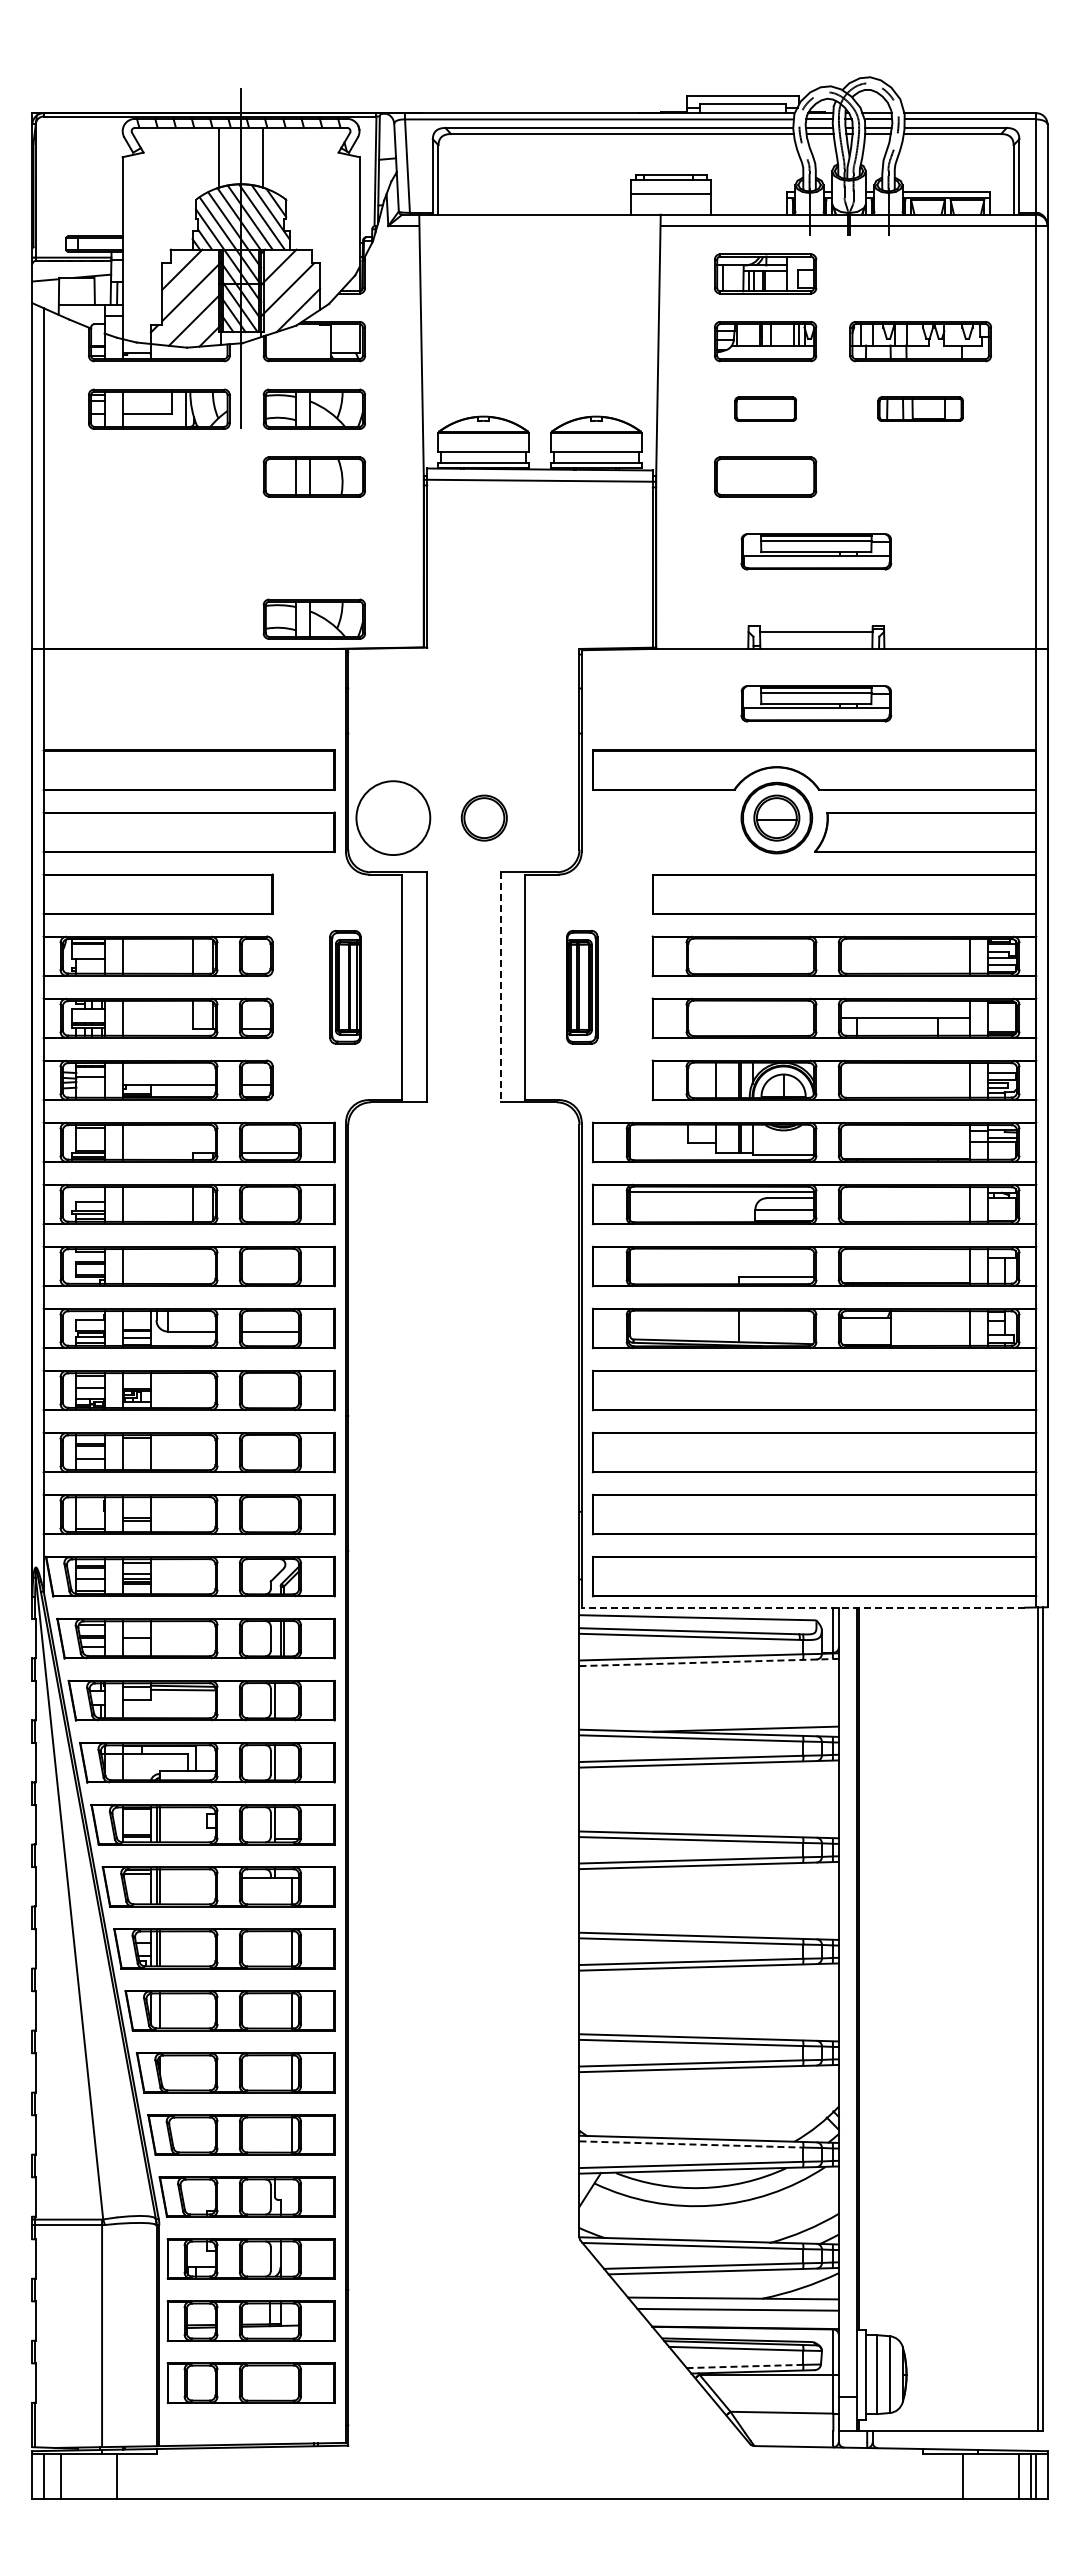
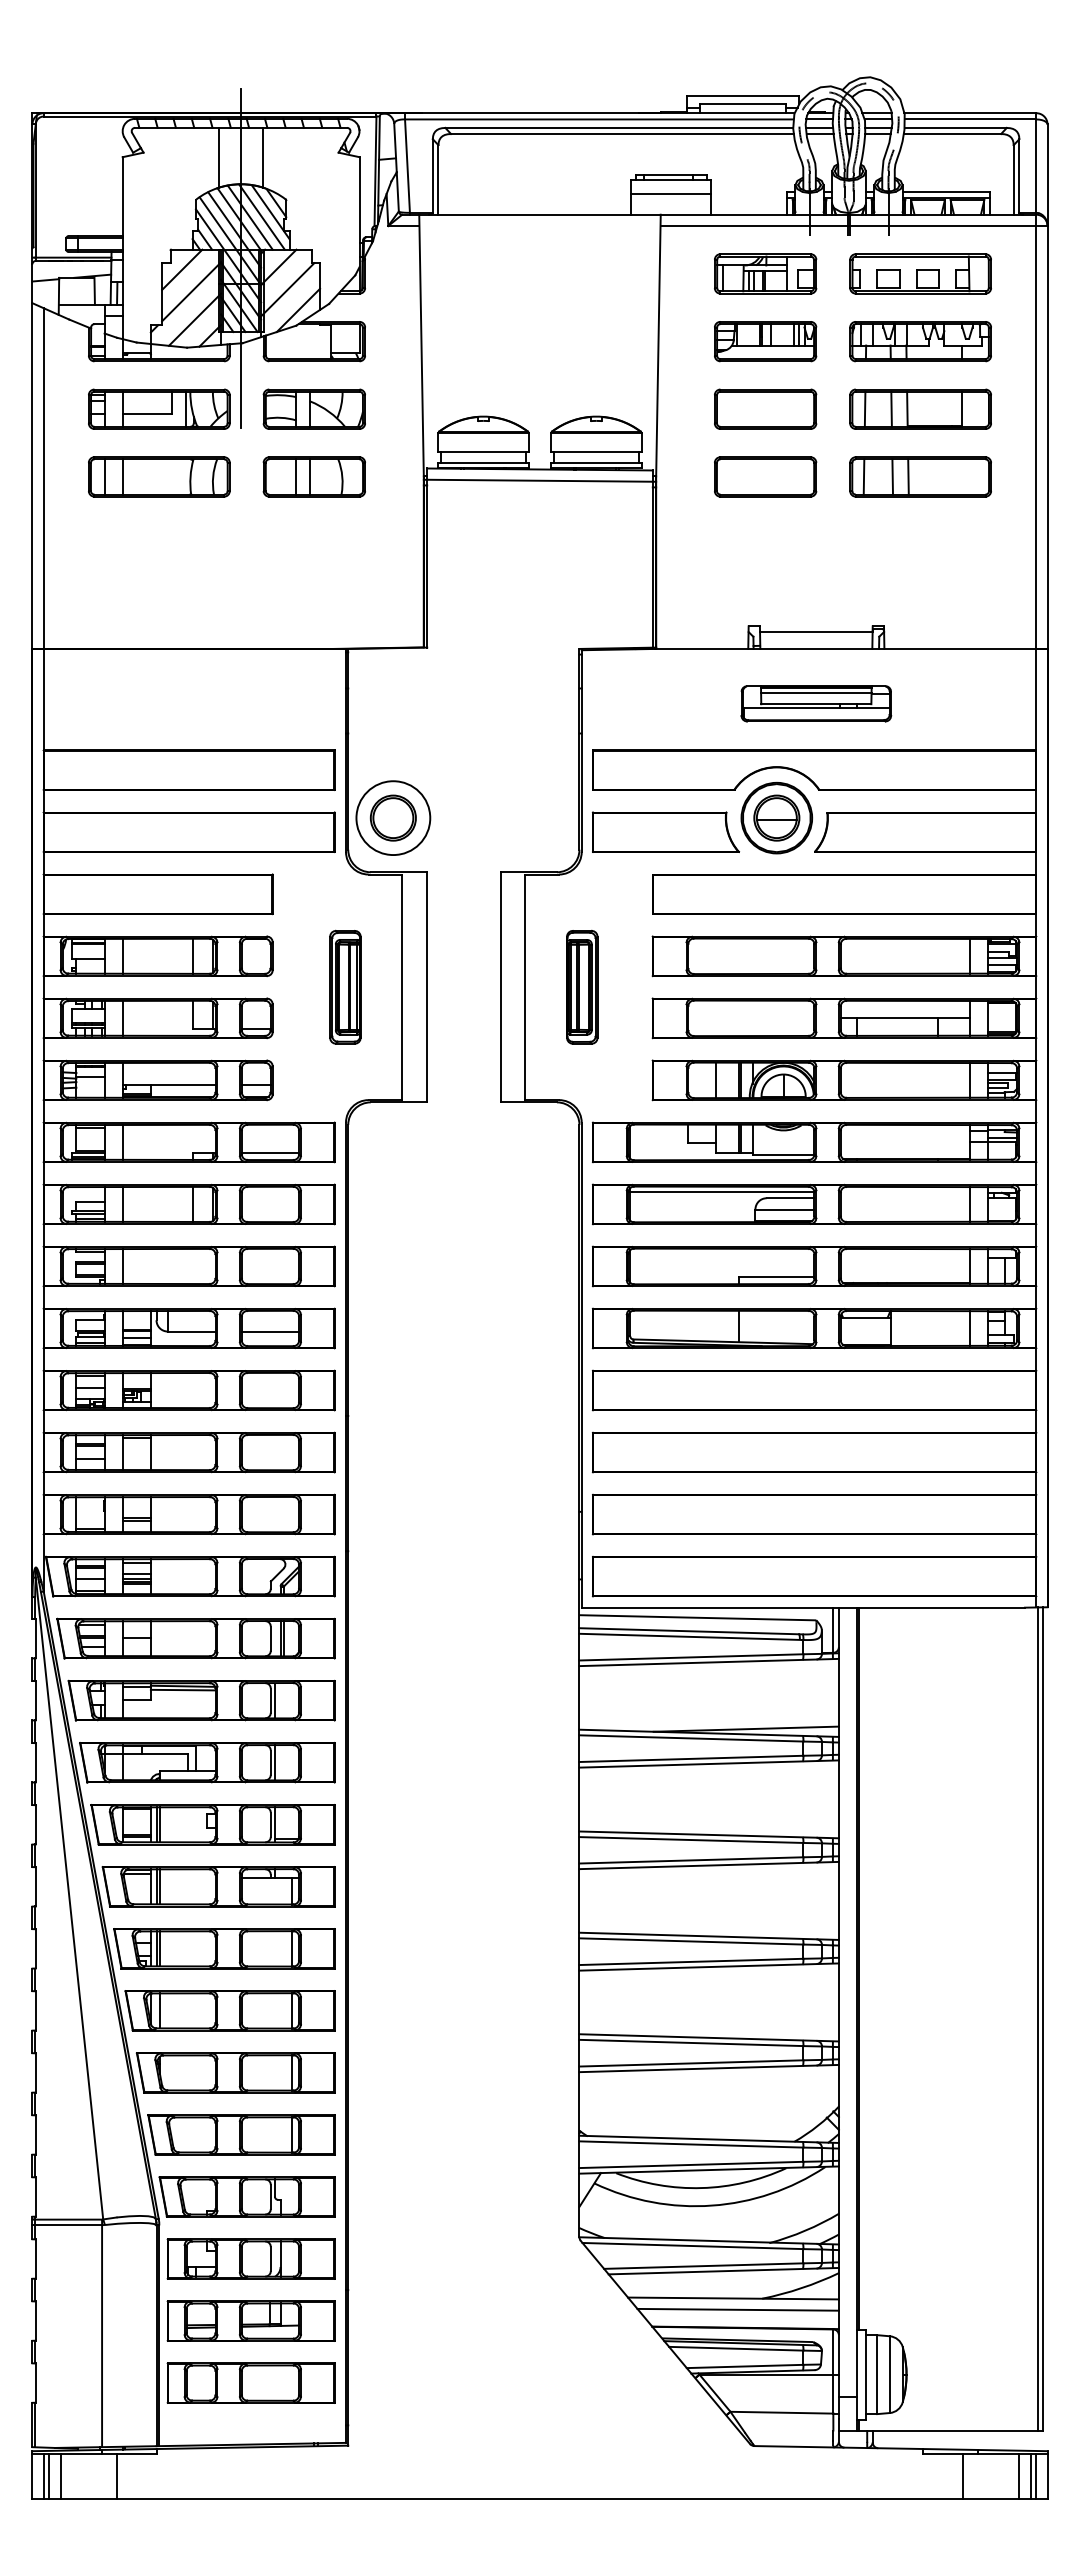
part at (920, 273): none -> present
part at (765, 408) size: 63x26 px -> 104x42 px
part at (920, 408) size: 87x26 px -> 143x42 px
part at (159, 476): none -> present
part at (920, 476): none -> present
part at (816, 551): present -> none
part at (313, 618): present -> none
part at (483, 817) position: (483, 817) -> (392, 817)
part at (665, 831): none -> present
line at (500, 987): dashed -> solid
line at (803, 1607): dashed -> solid
line at (709, 1662): dashed -> solid
line at (691, 2144): dashed -> solid
line at (744, 2366): dashed -> solid
line at (49, 2475): none -> present
